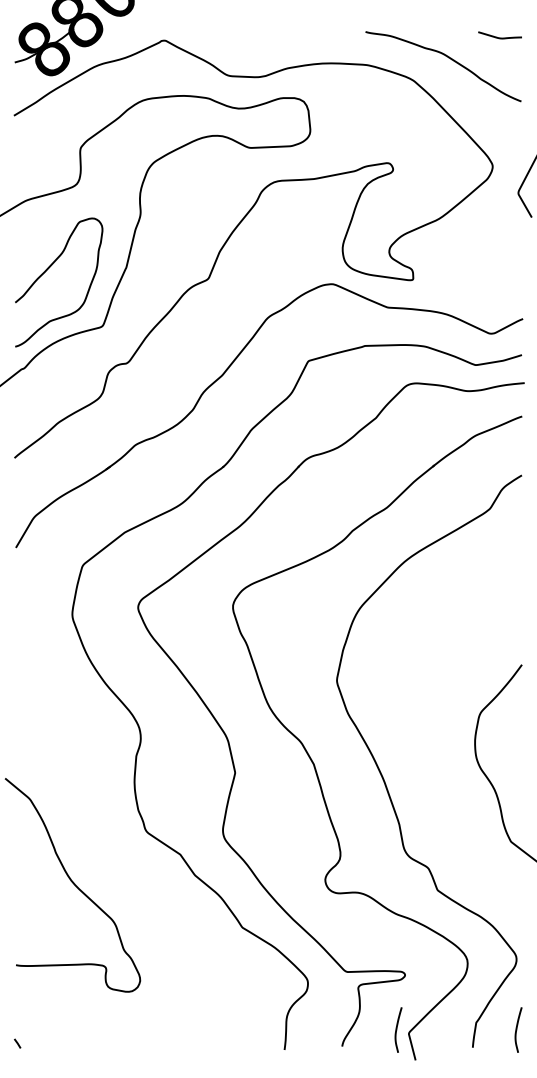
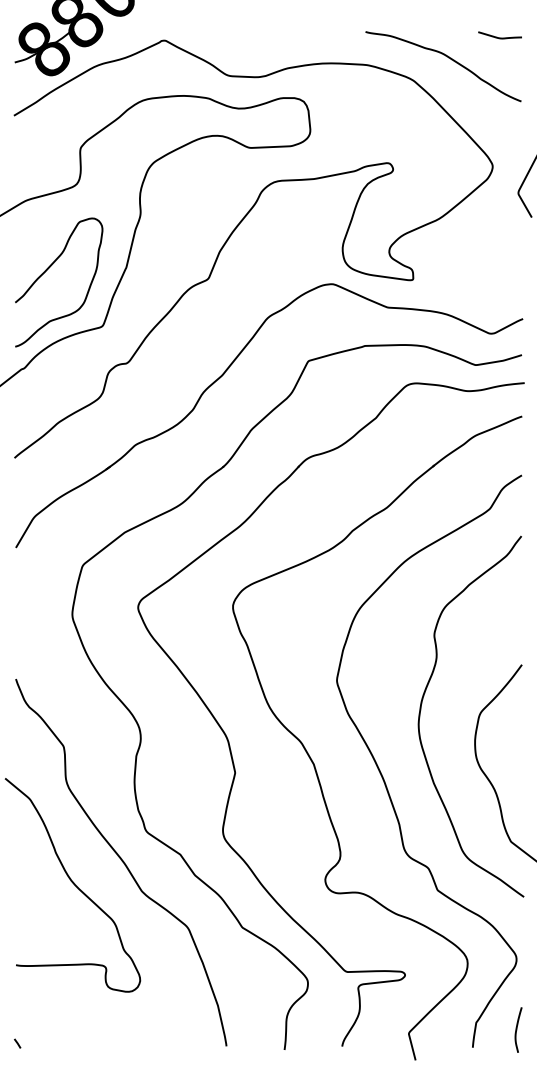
curve at (421, 710): none -> present
curve at (121, 861): none -> present
curve at (397, 1029): present -> none
